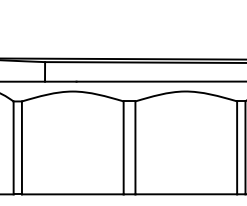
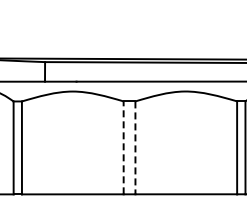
line at (123, 147): solid -> dashed
line at (135, 148): solid -> dashed
